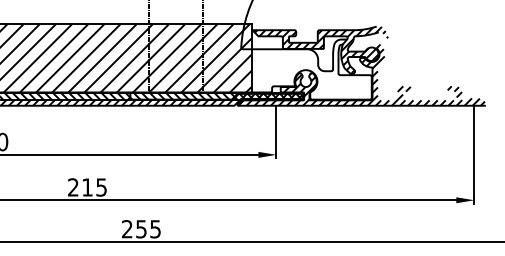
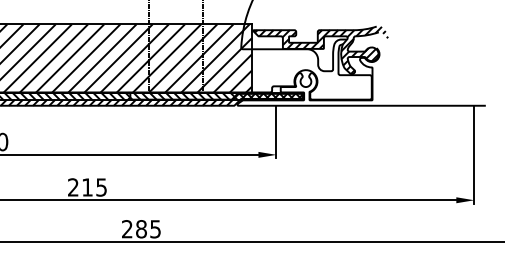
hatch at (361, 74): present -> none
text at (141, 229): 255 -> 285
